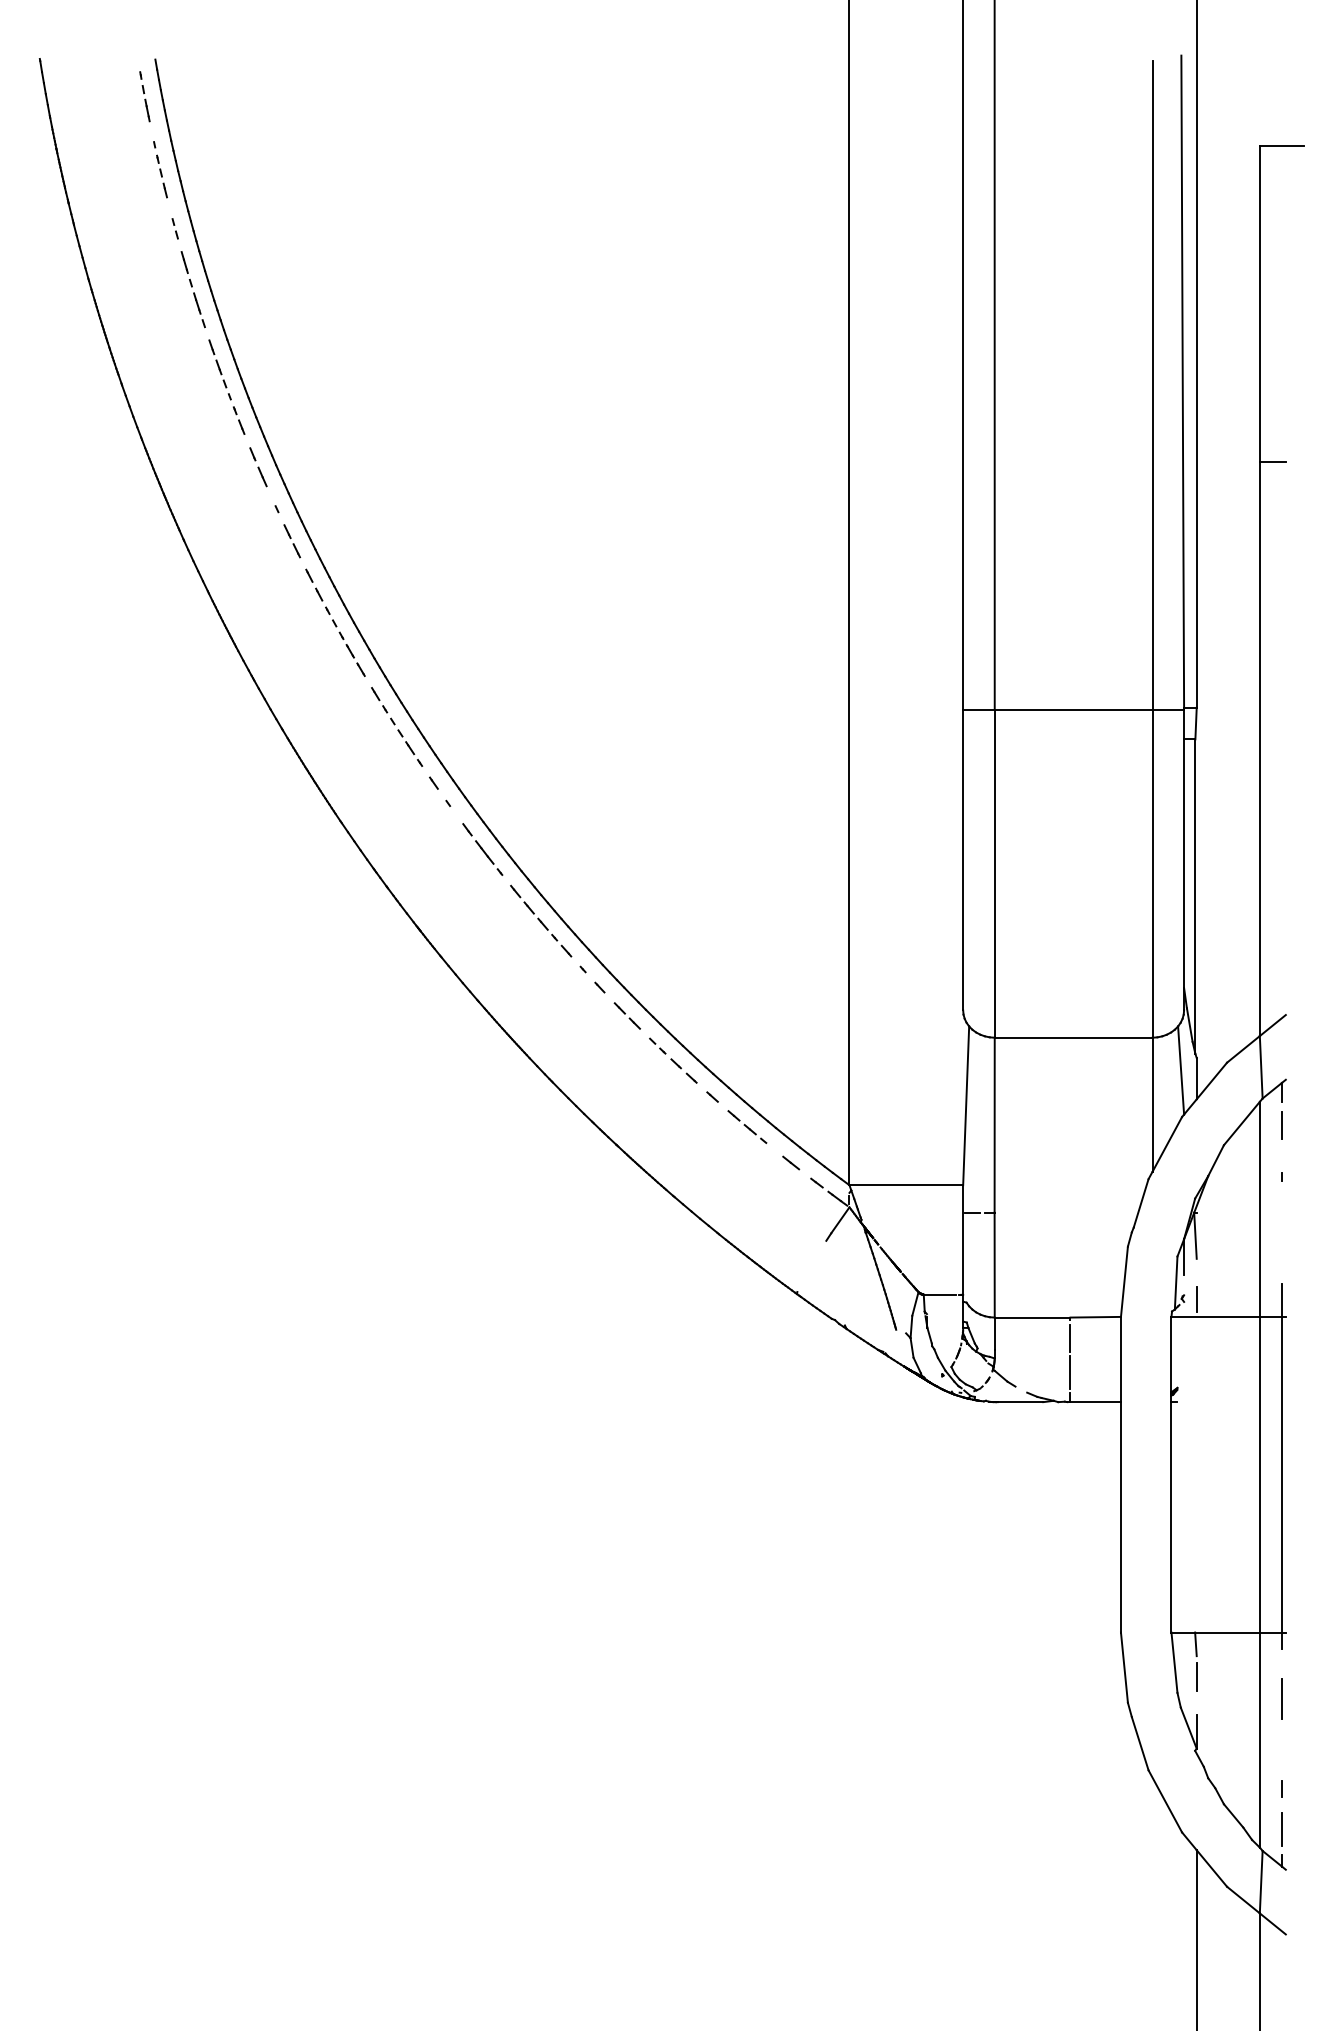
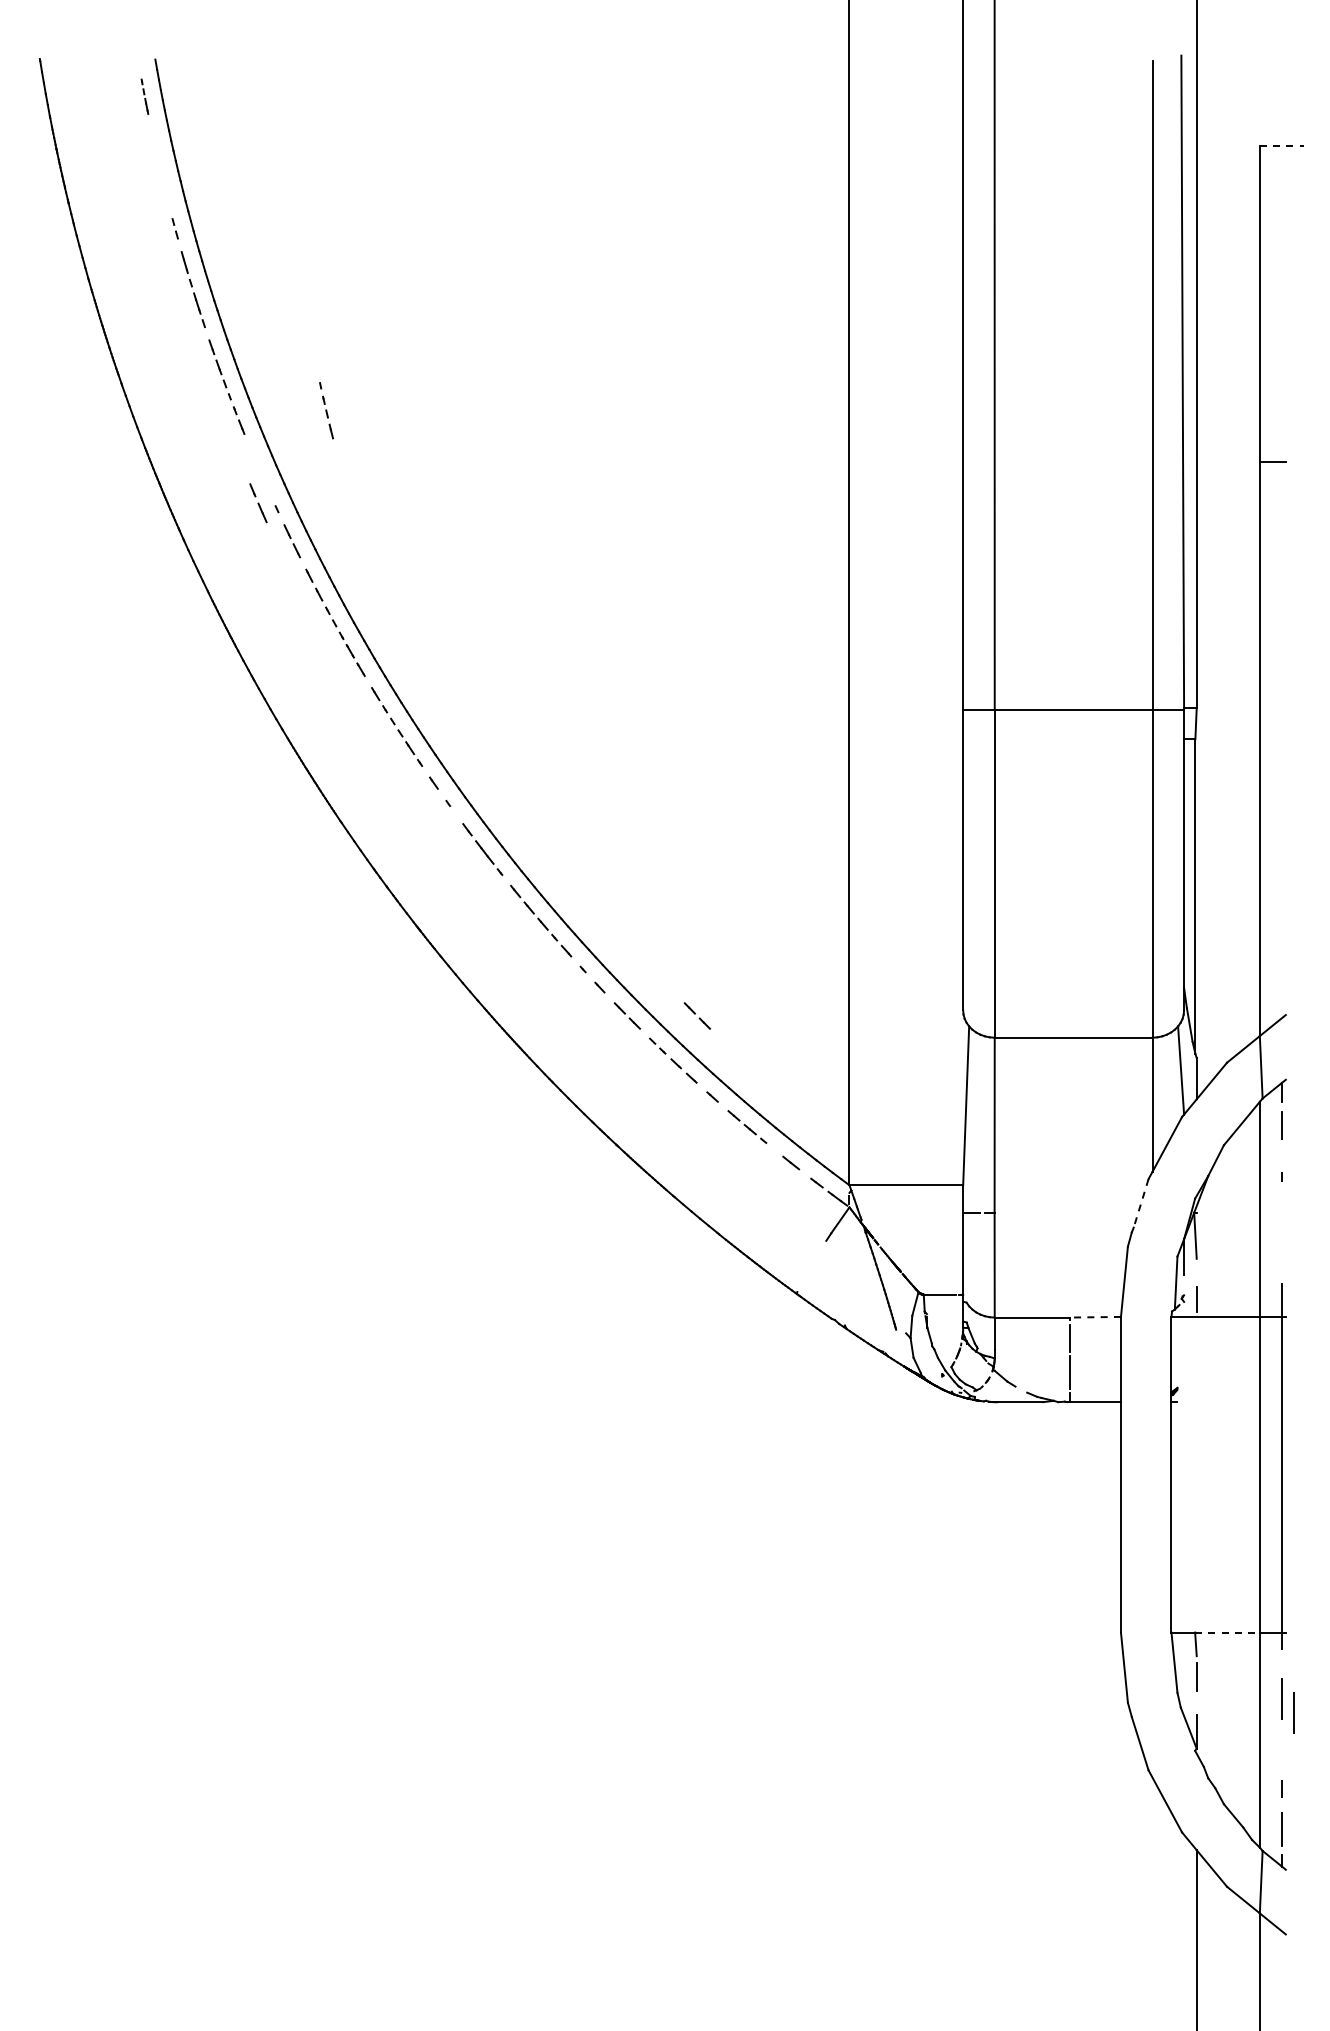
part at (144, 96) size: 12x52 px -> 10x37 px
line at (1282, 146): solid -> dashed
part at (160, 169) position: (160, 169) -> (326, 410)
line at (258, 467) position: (258, 467) -> (258, 503)
line at (695, 1014): none -> present
line at (1141, 1203): solid -> dashed
line at (1095, 1317): solid -> dashed
line at (1227, 1632): solid -> dashed
line at (1293, 1712): none -> present
